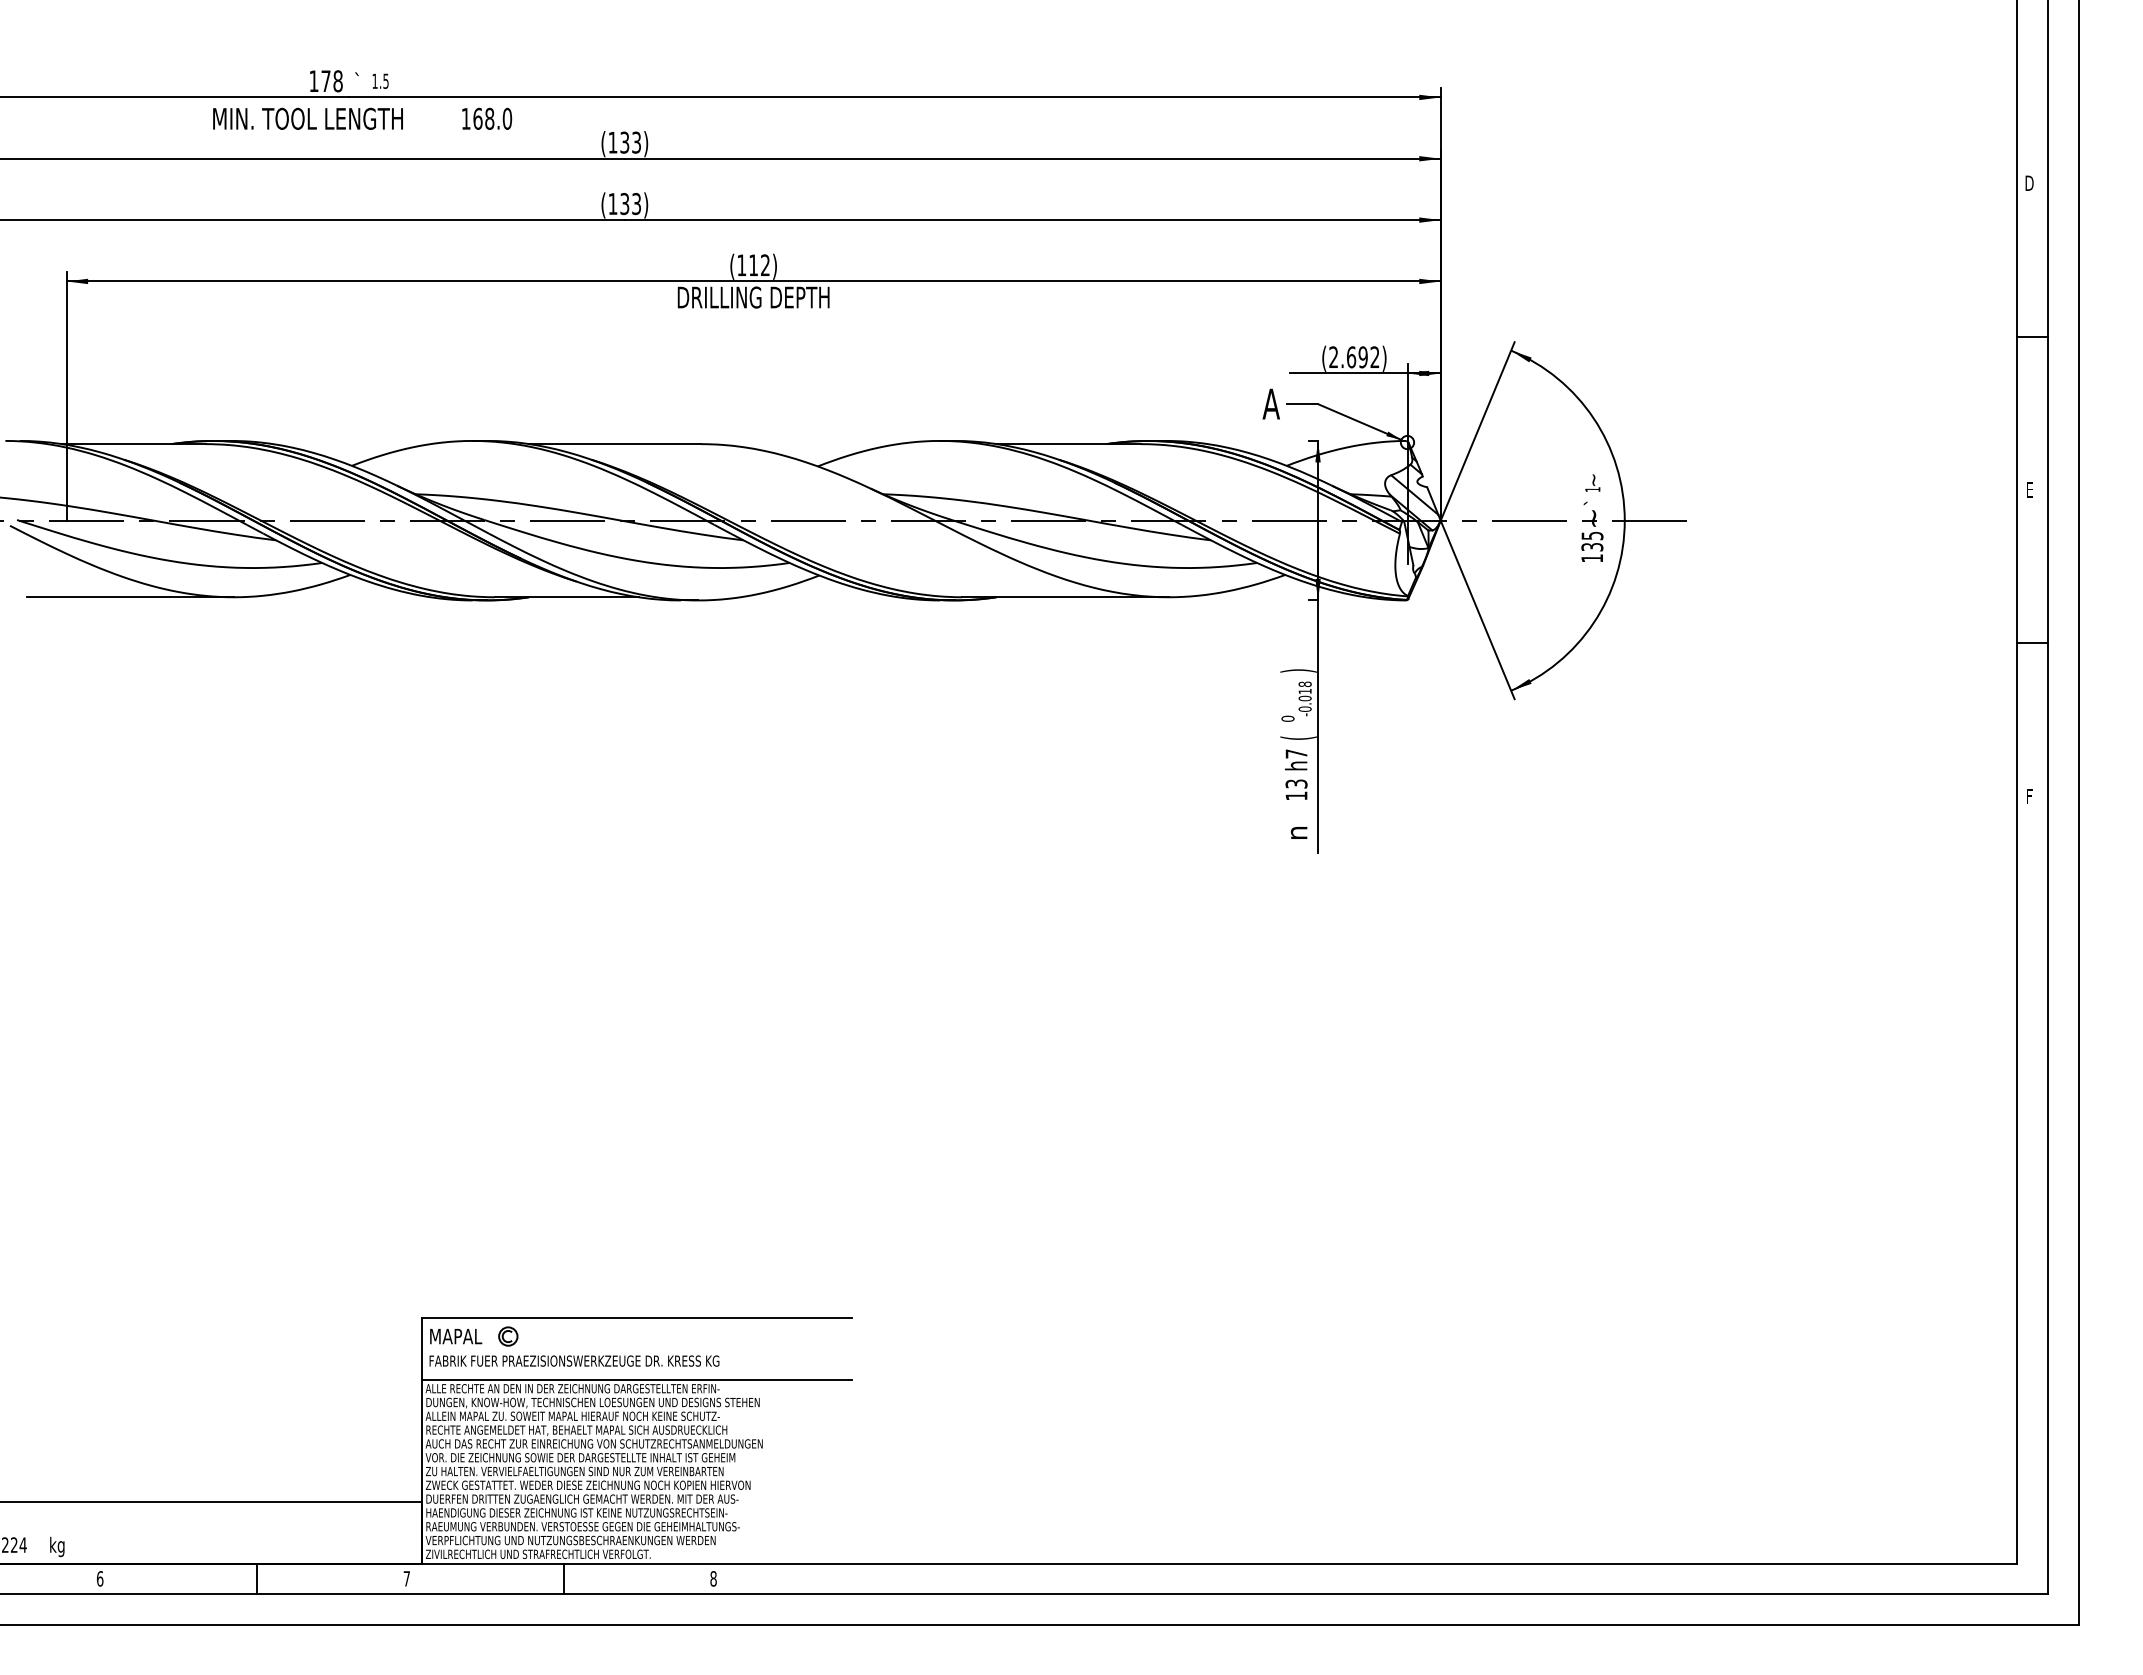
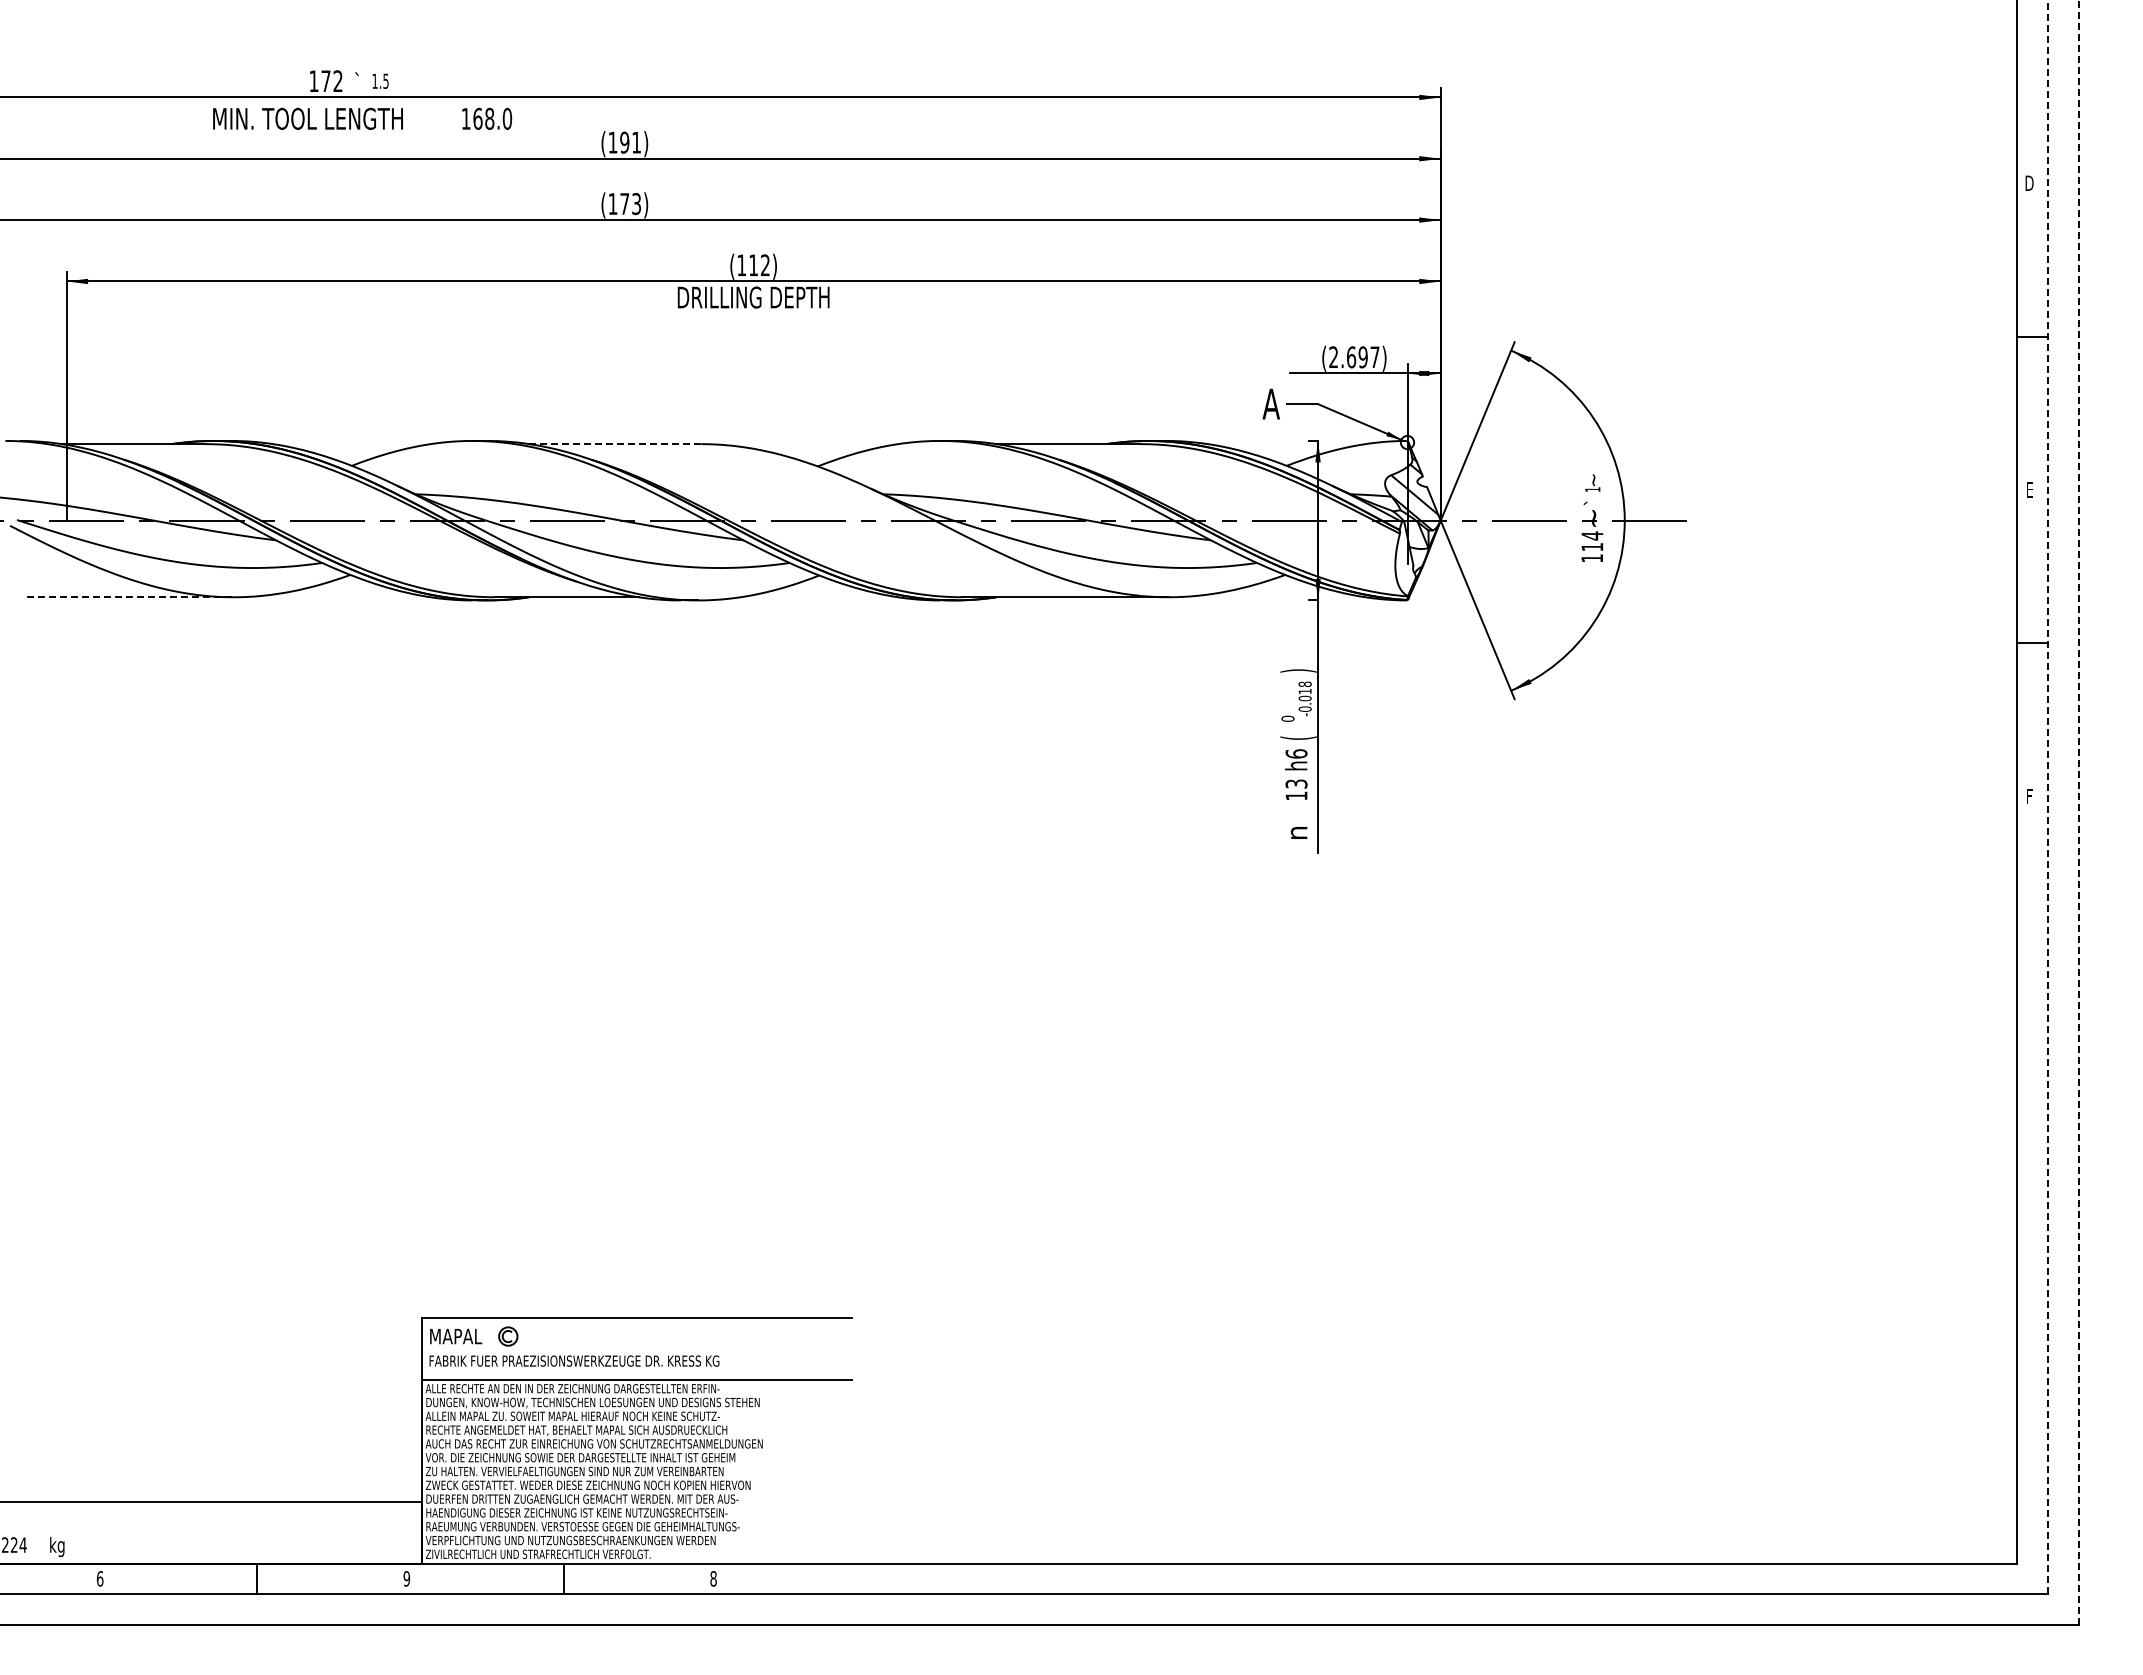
text at (337, 81): 178 -> 172
text at (630, 142): (133) -> (191)
text at (624, 204): (133) -> (173)
text at (1374, 356): (2.692) -> (2.697)
line at (615, 444): solid -> dashed
text at (1592, 541): 135 -> 114
line at (131, 597): solid -> dashed
text at (1296, 753): h7 -> h6
line at (2048, 797): solid -> dashed
line at (2078, 812): solid -> dashed
text at (406, 1578): 7 -> 9
